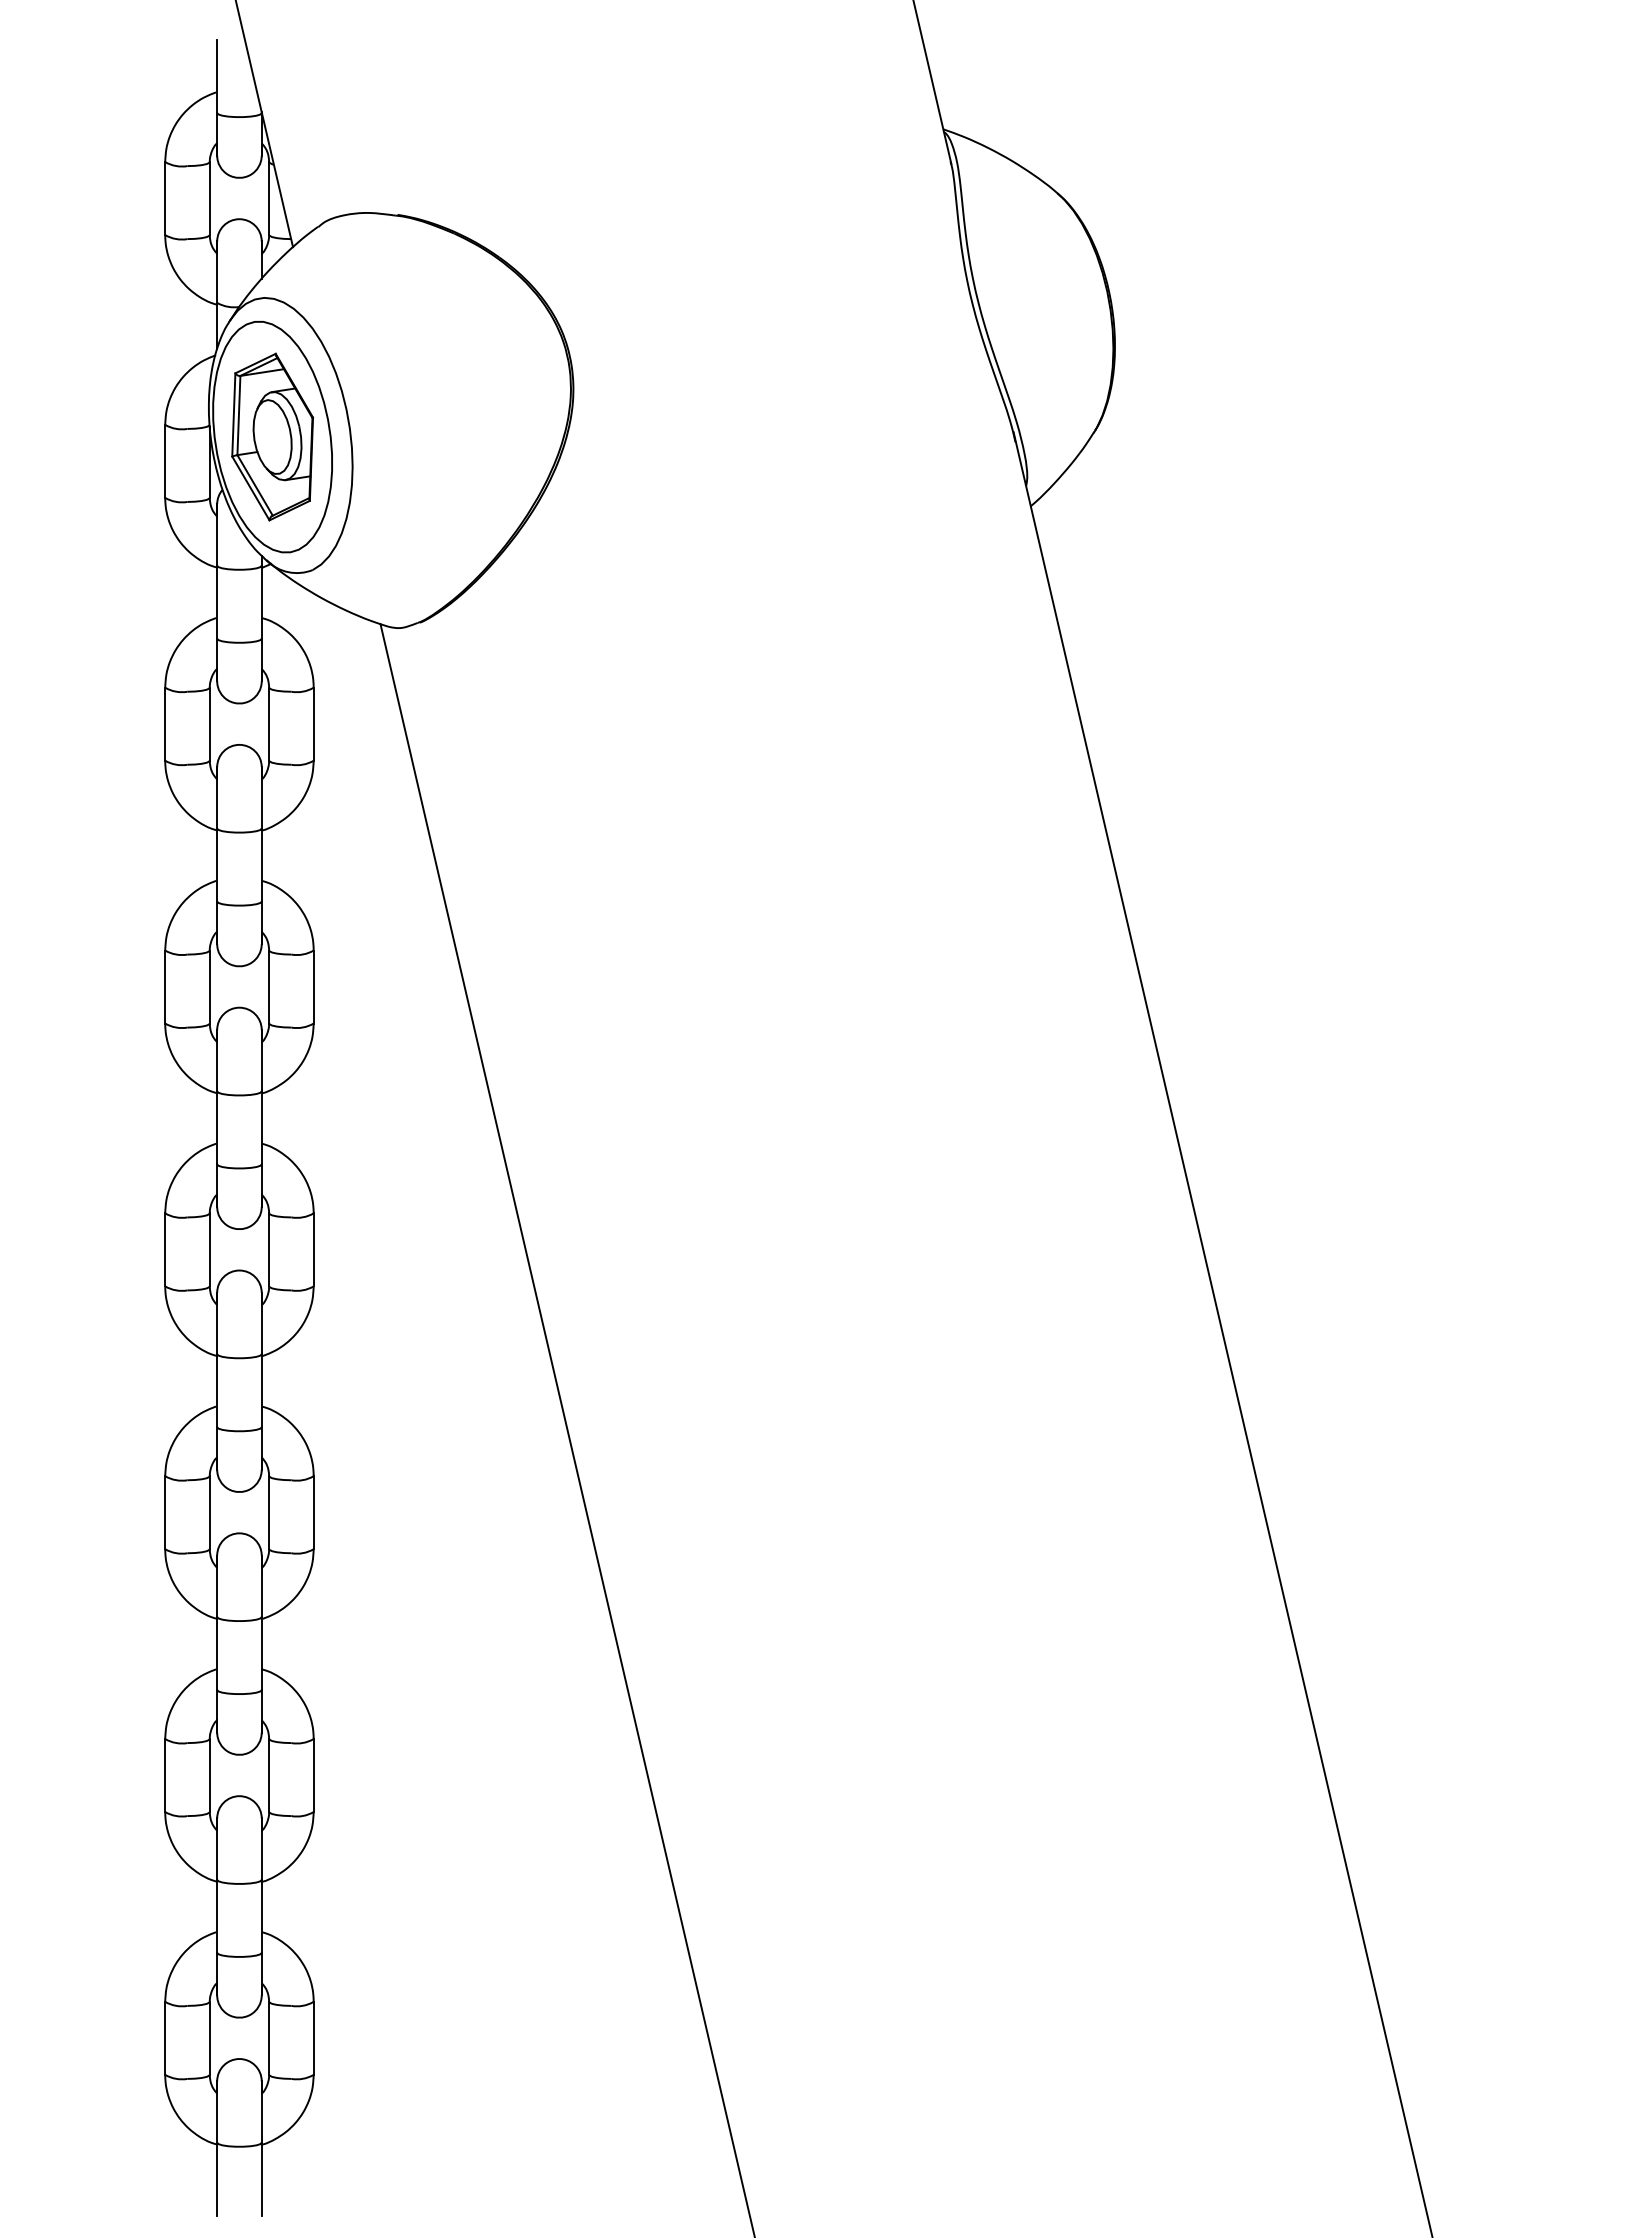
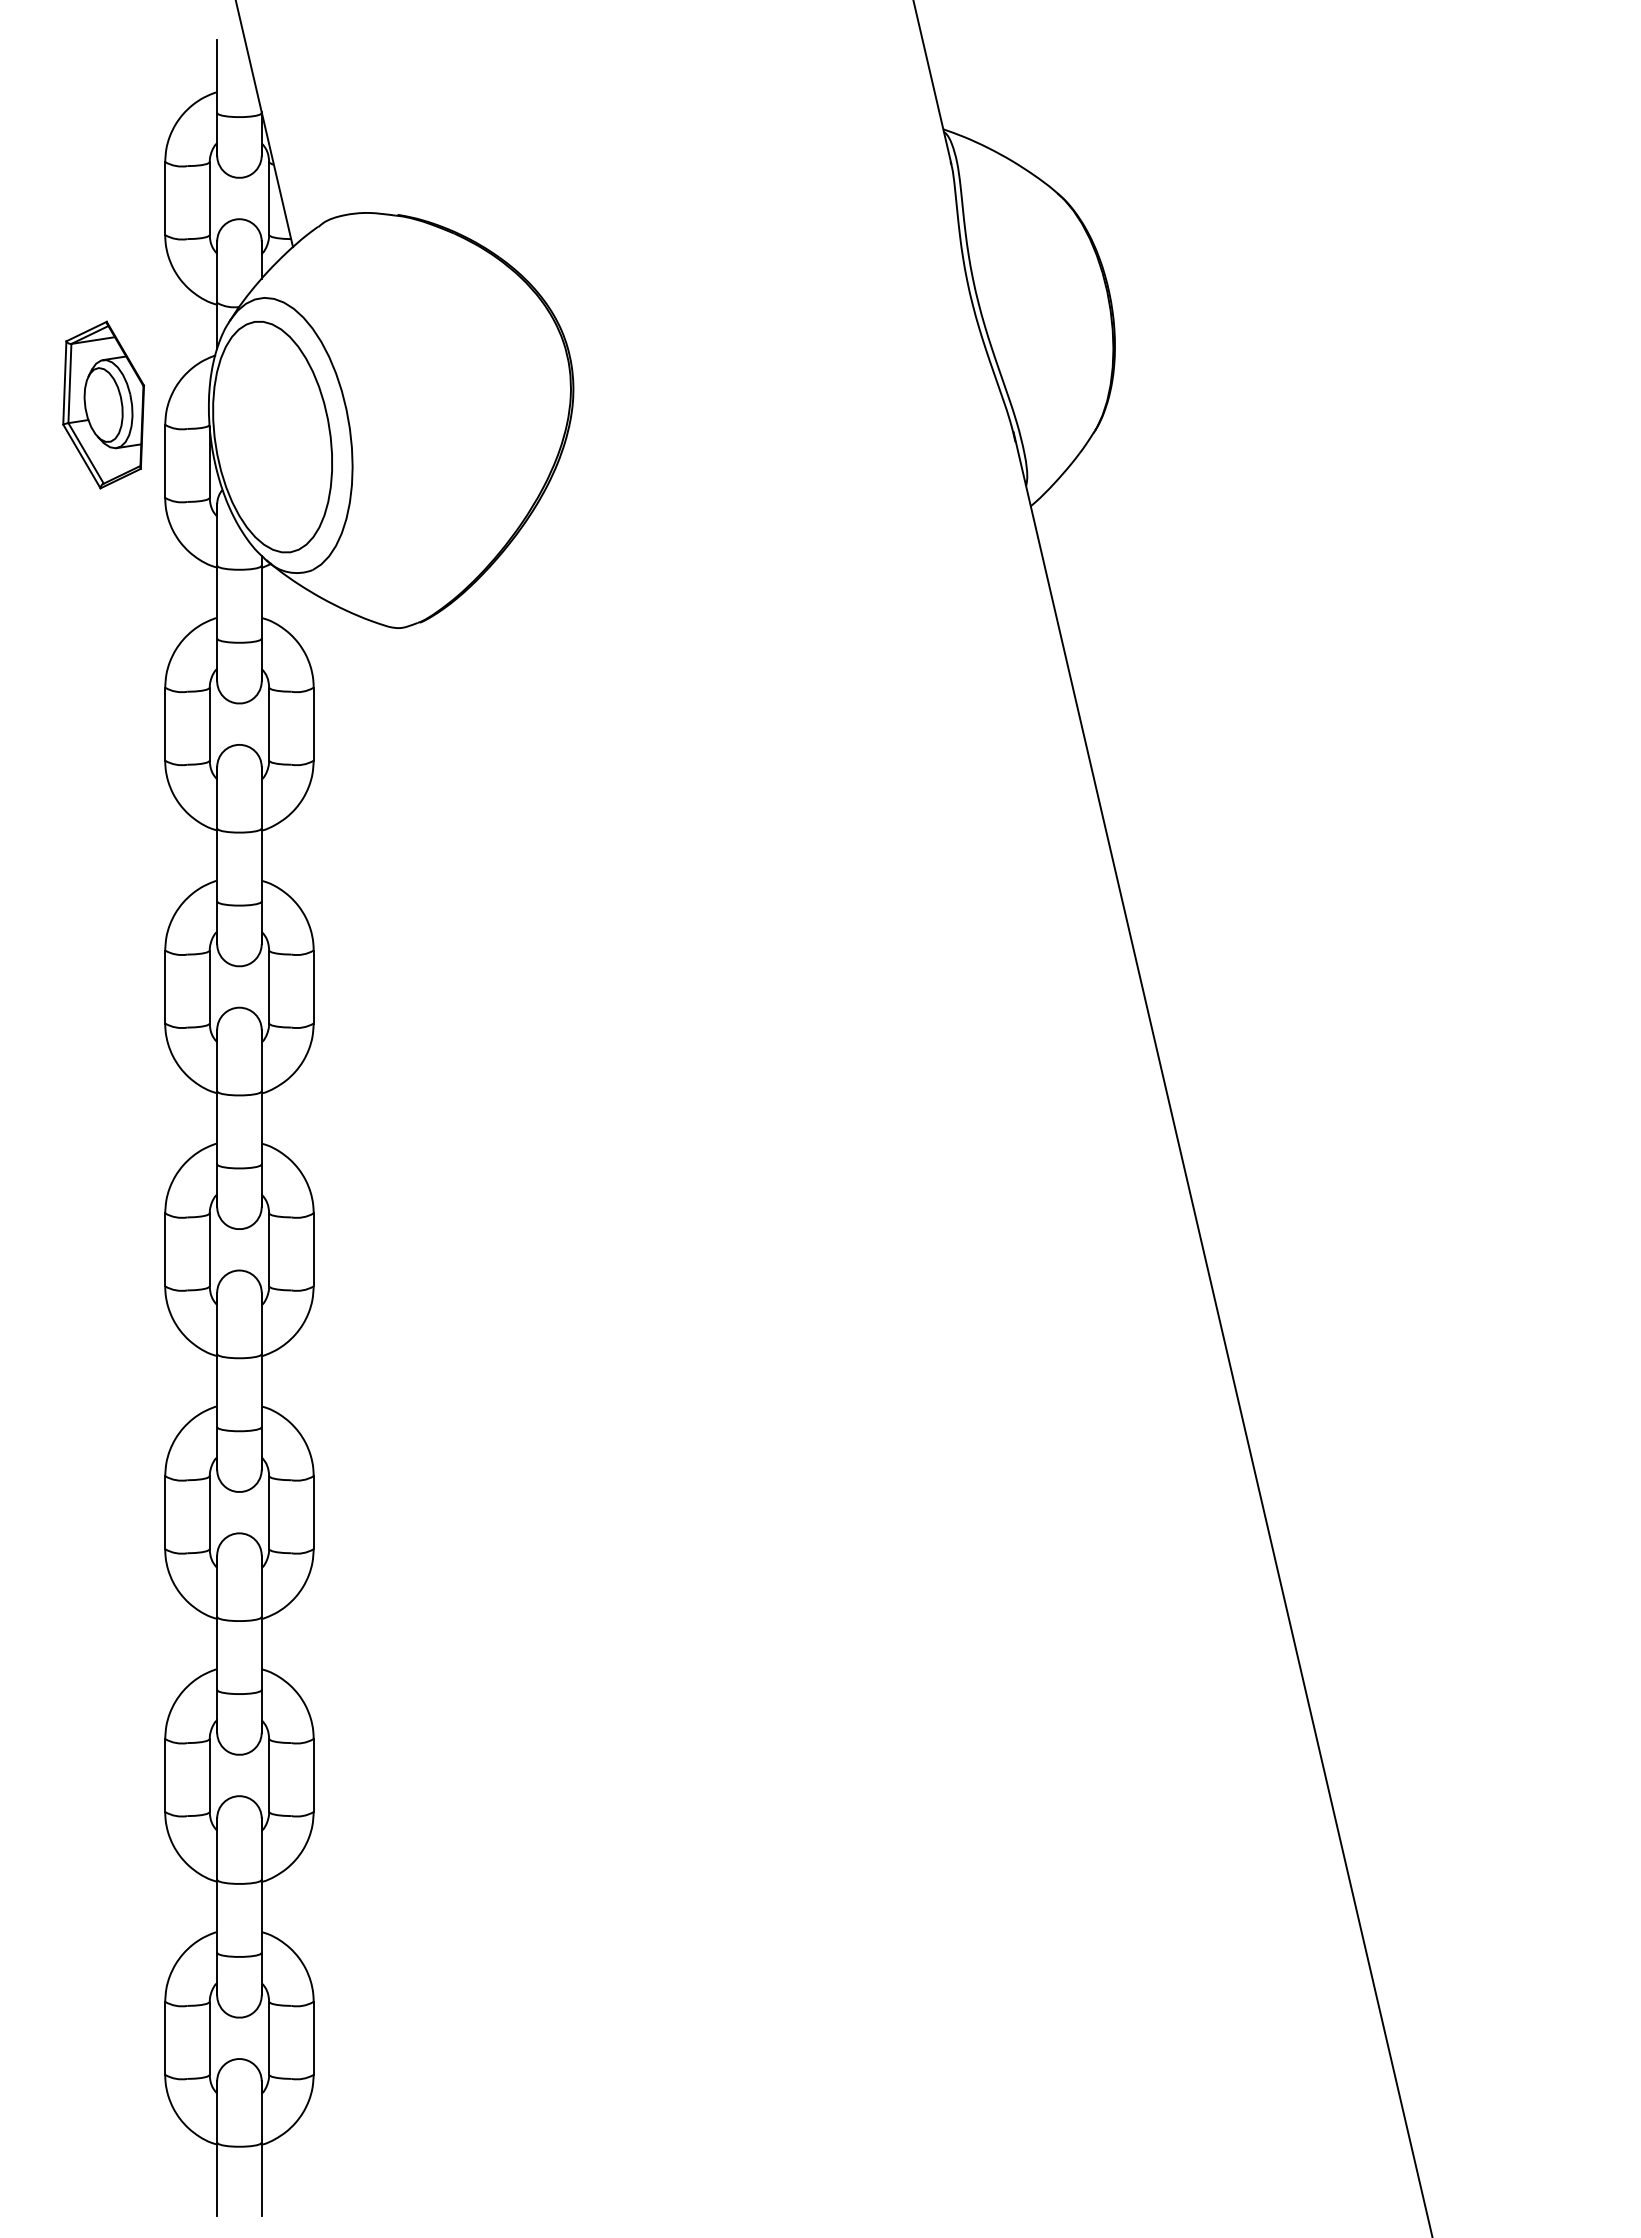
part at (272, 436) position: (272, 436) -> (103, 404)
line at (567, 1429): present -> none
